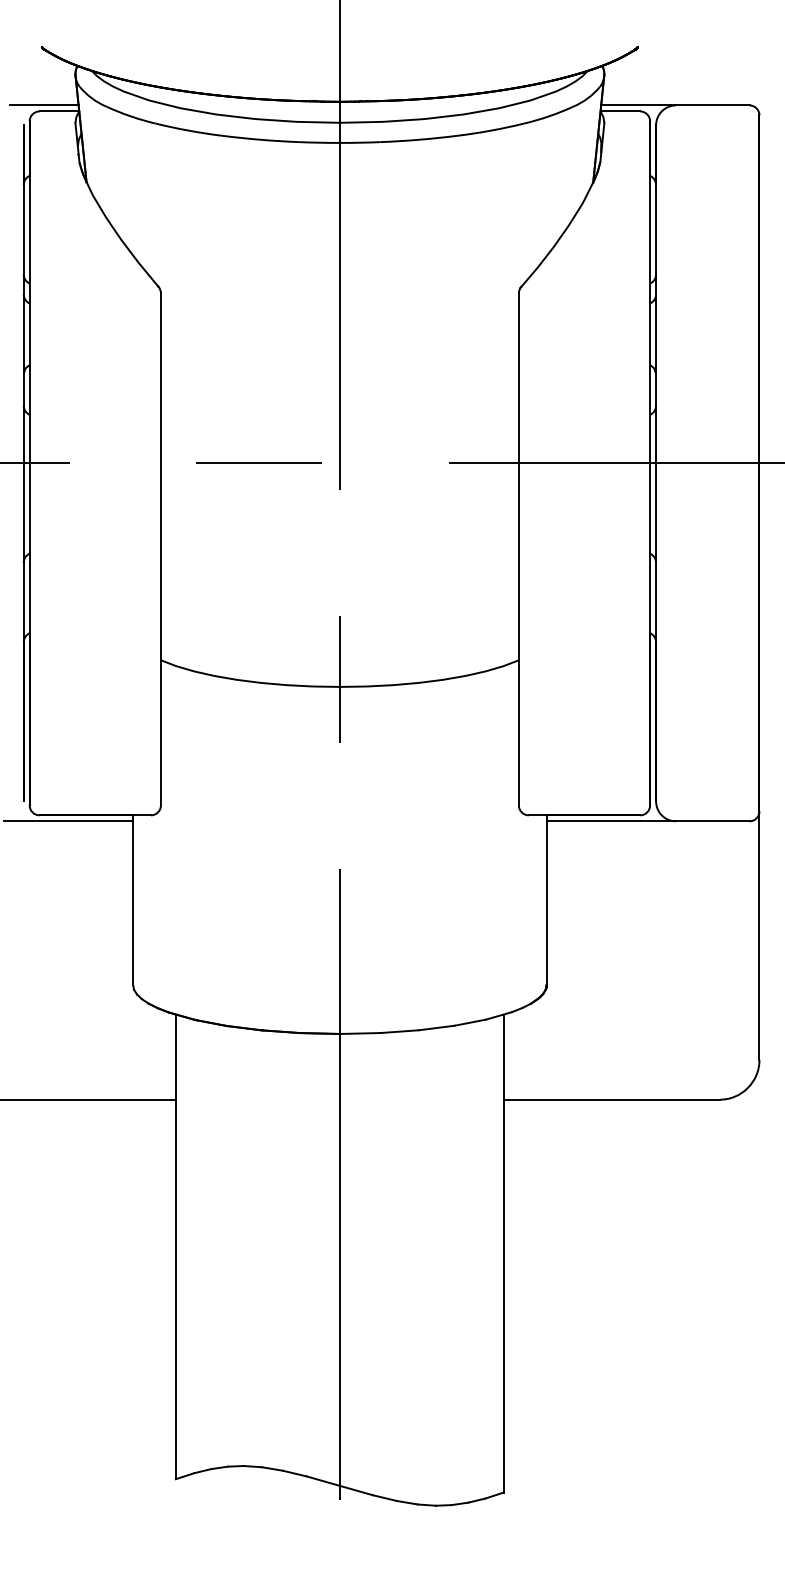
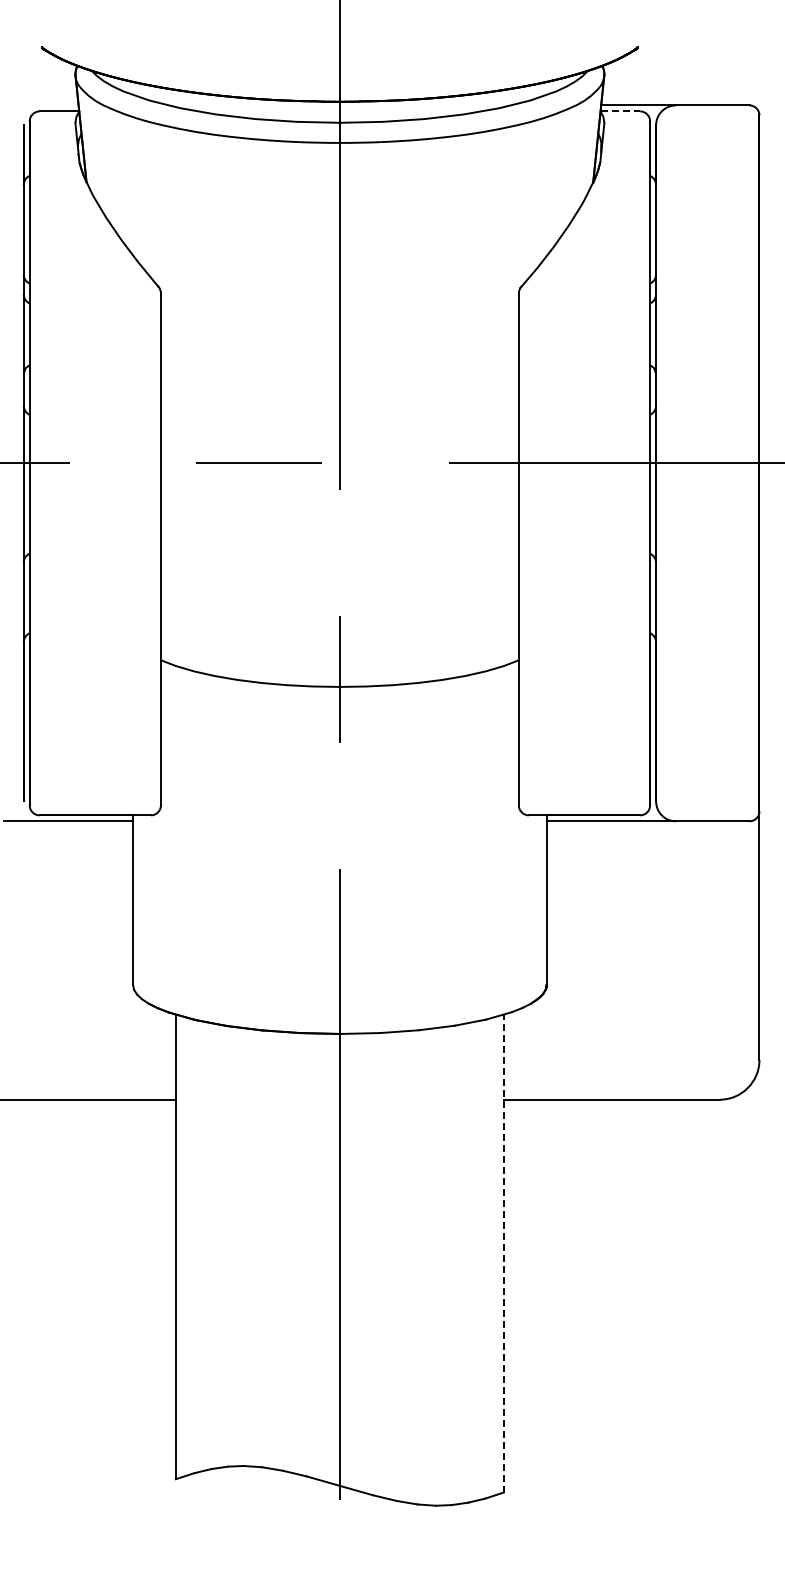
line at (43, 105): present -> none
line at (620, 111): solid -> dashed
line at (503, 1253): solid -> dashed
